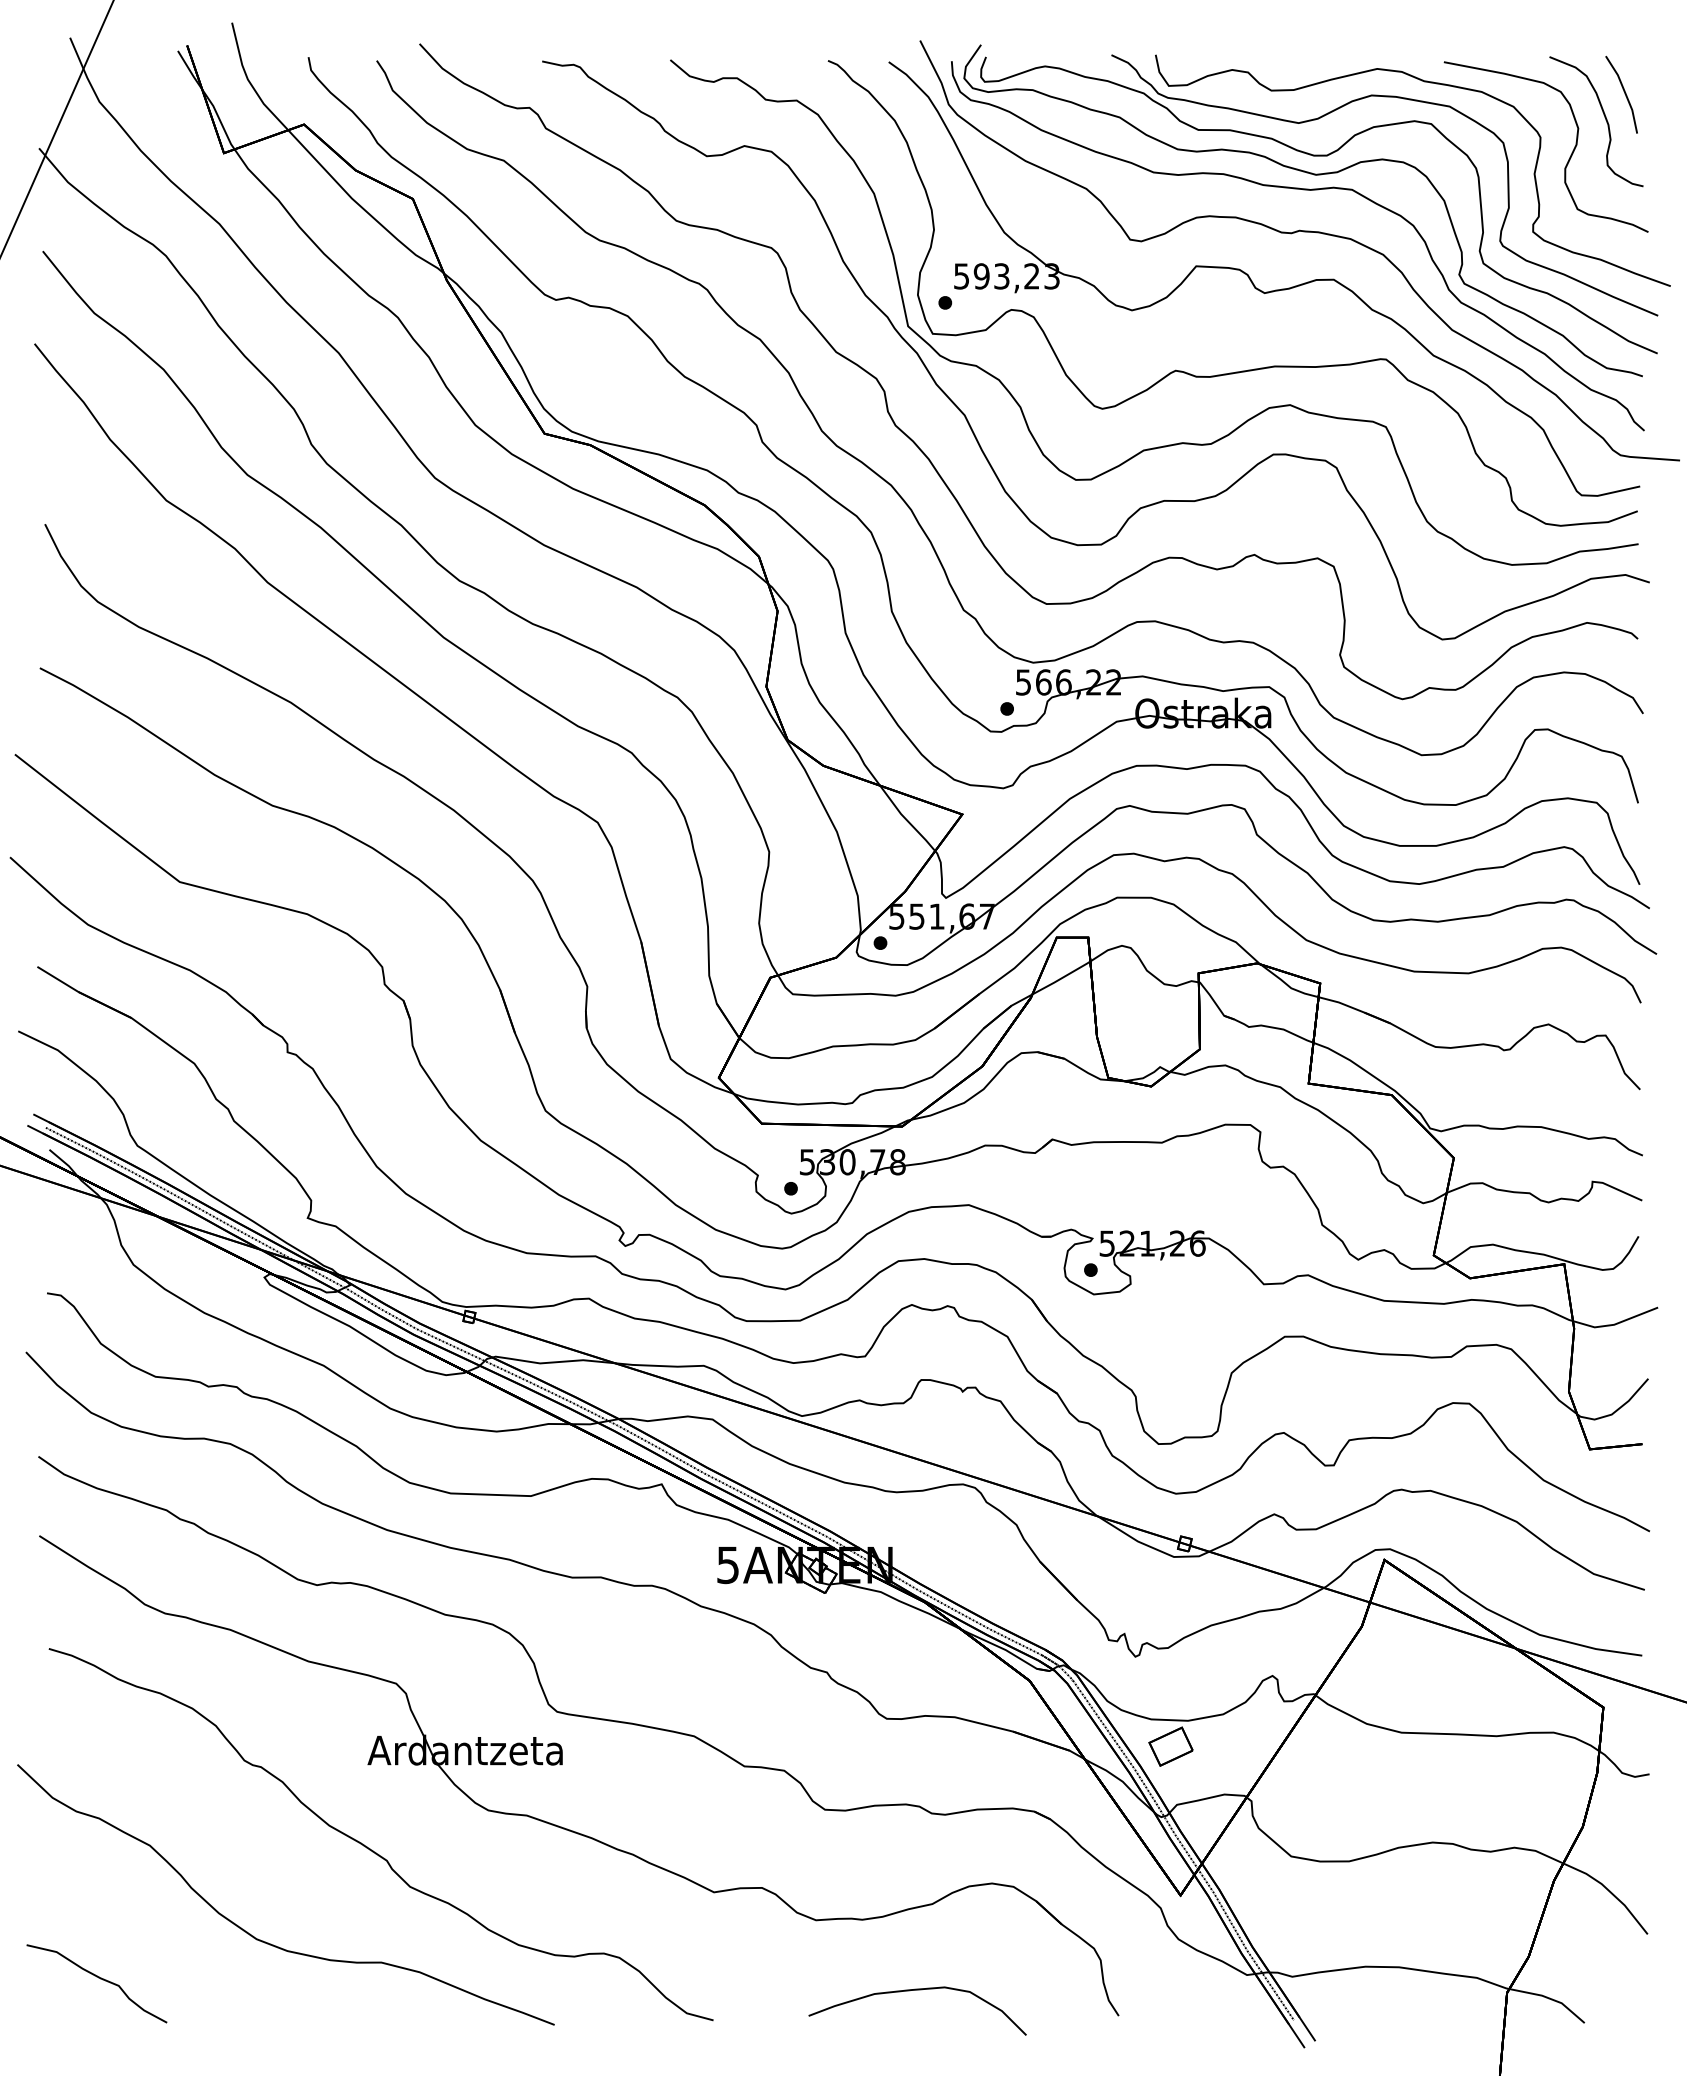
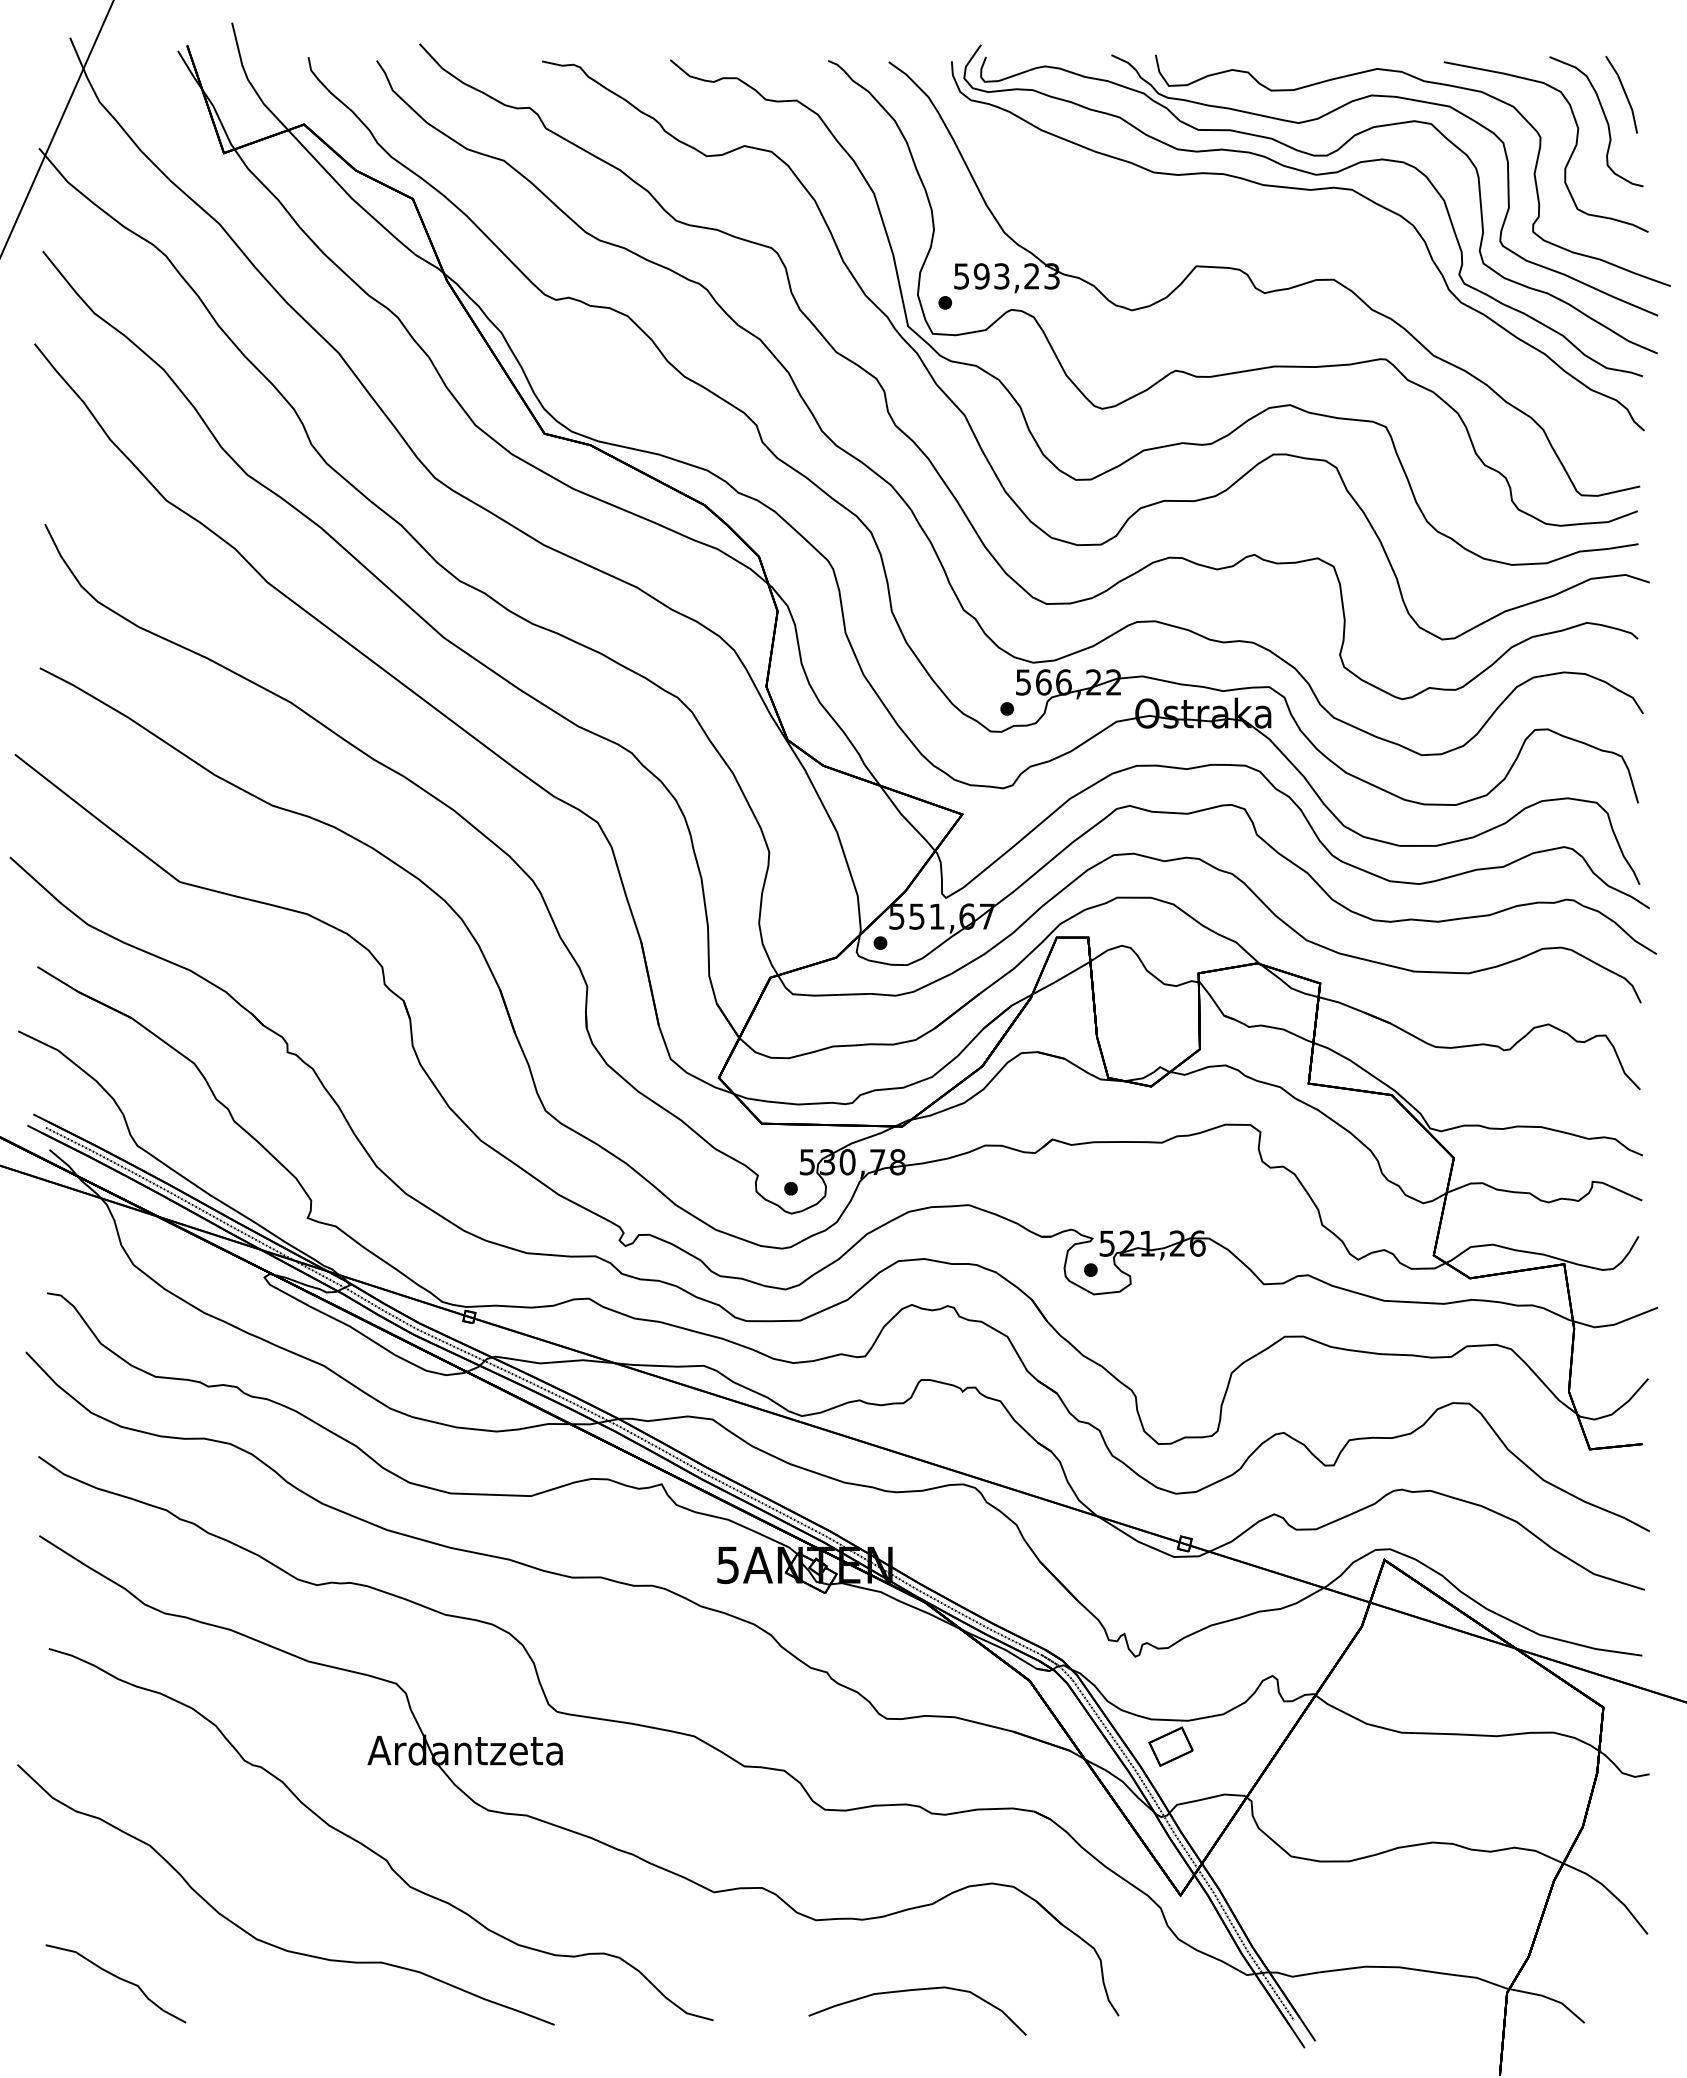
curve at (1294, 233): present -> none
curve at (98, 1978) position: (98, 1978) -> (117, 1978)
